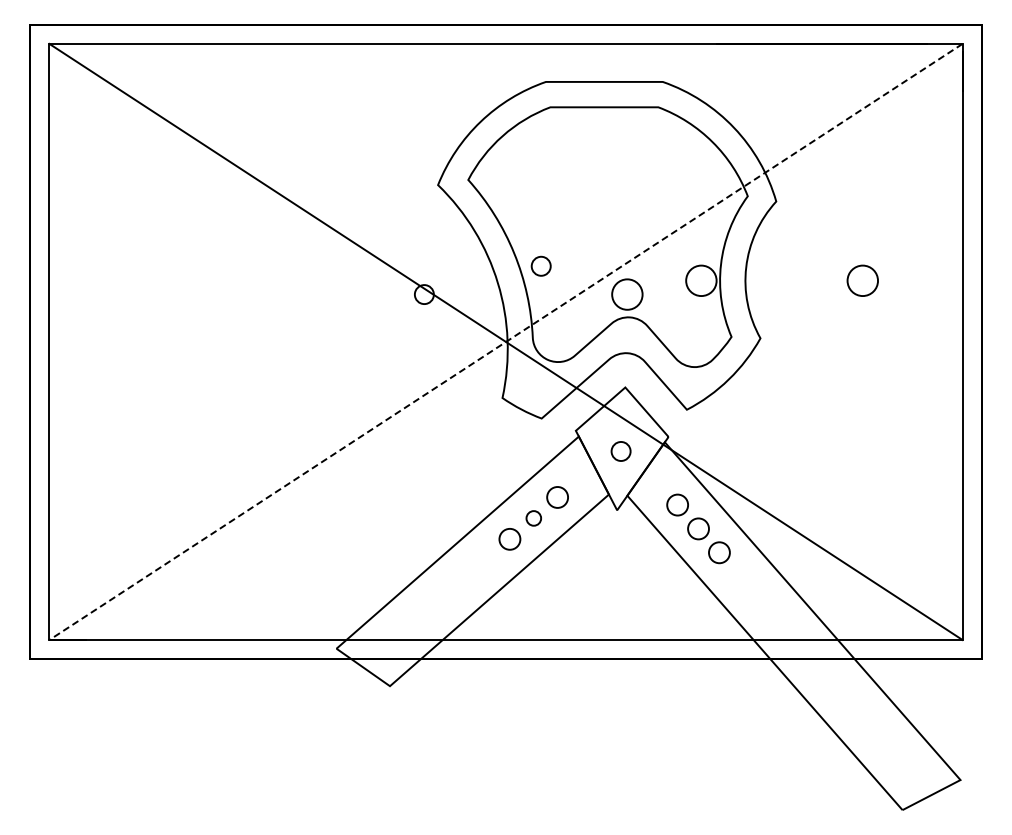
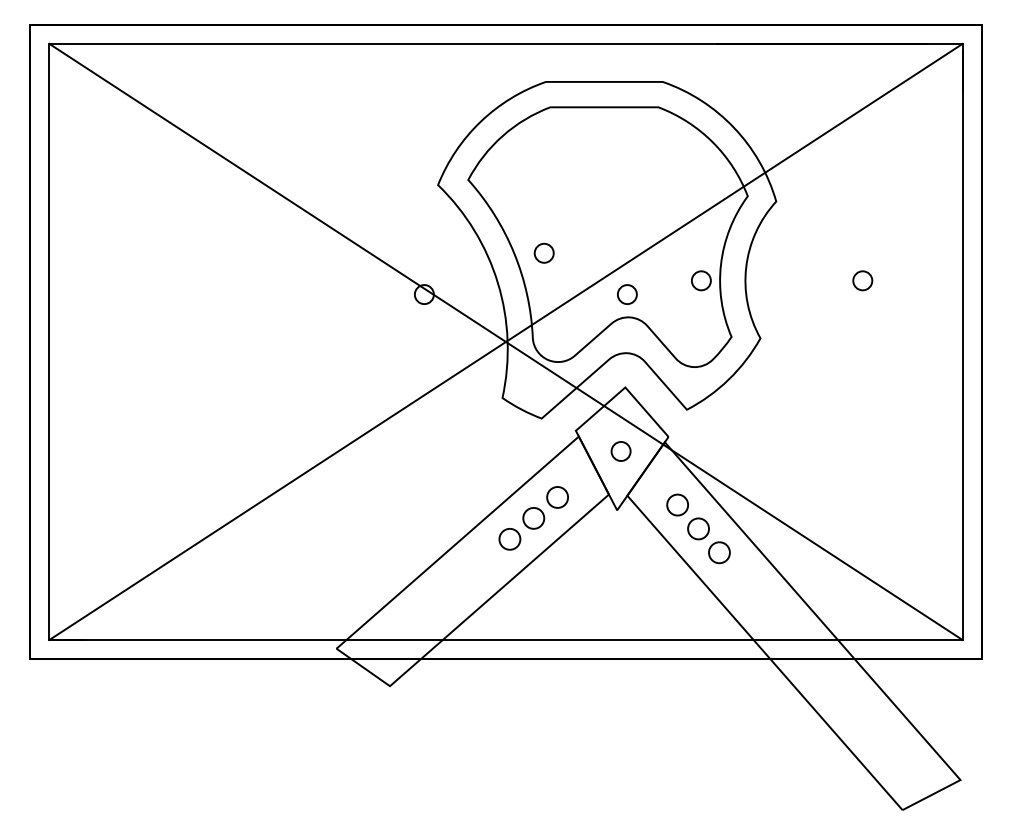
circle at (540, 265) position: (540, 265) -> (543, 252)
circle at (701, 280) diameter: 30 px -> 19 px
circle at (862, 280) diameter: 30 px -> 19 px
circle at (627, 294) diameter: 30 px -> 19 px
line at (505, 342): dashed -> solid
circle at (533, 518) size: 17x17 px -> 24x23 px
